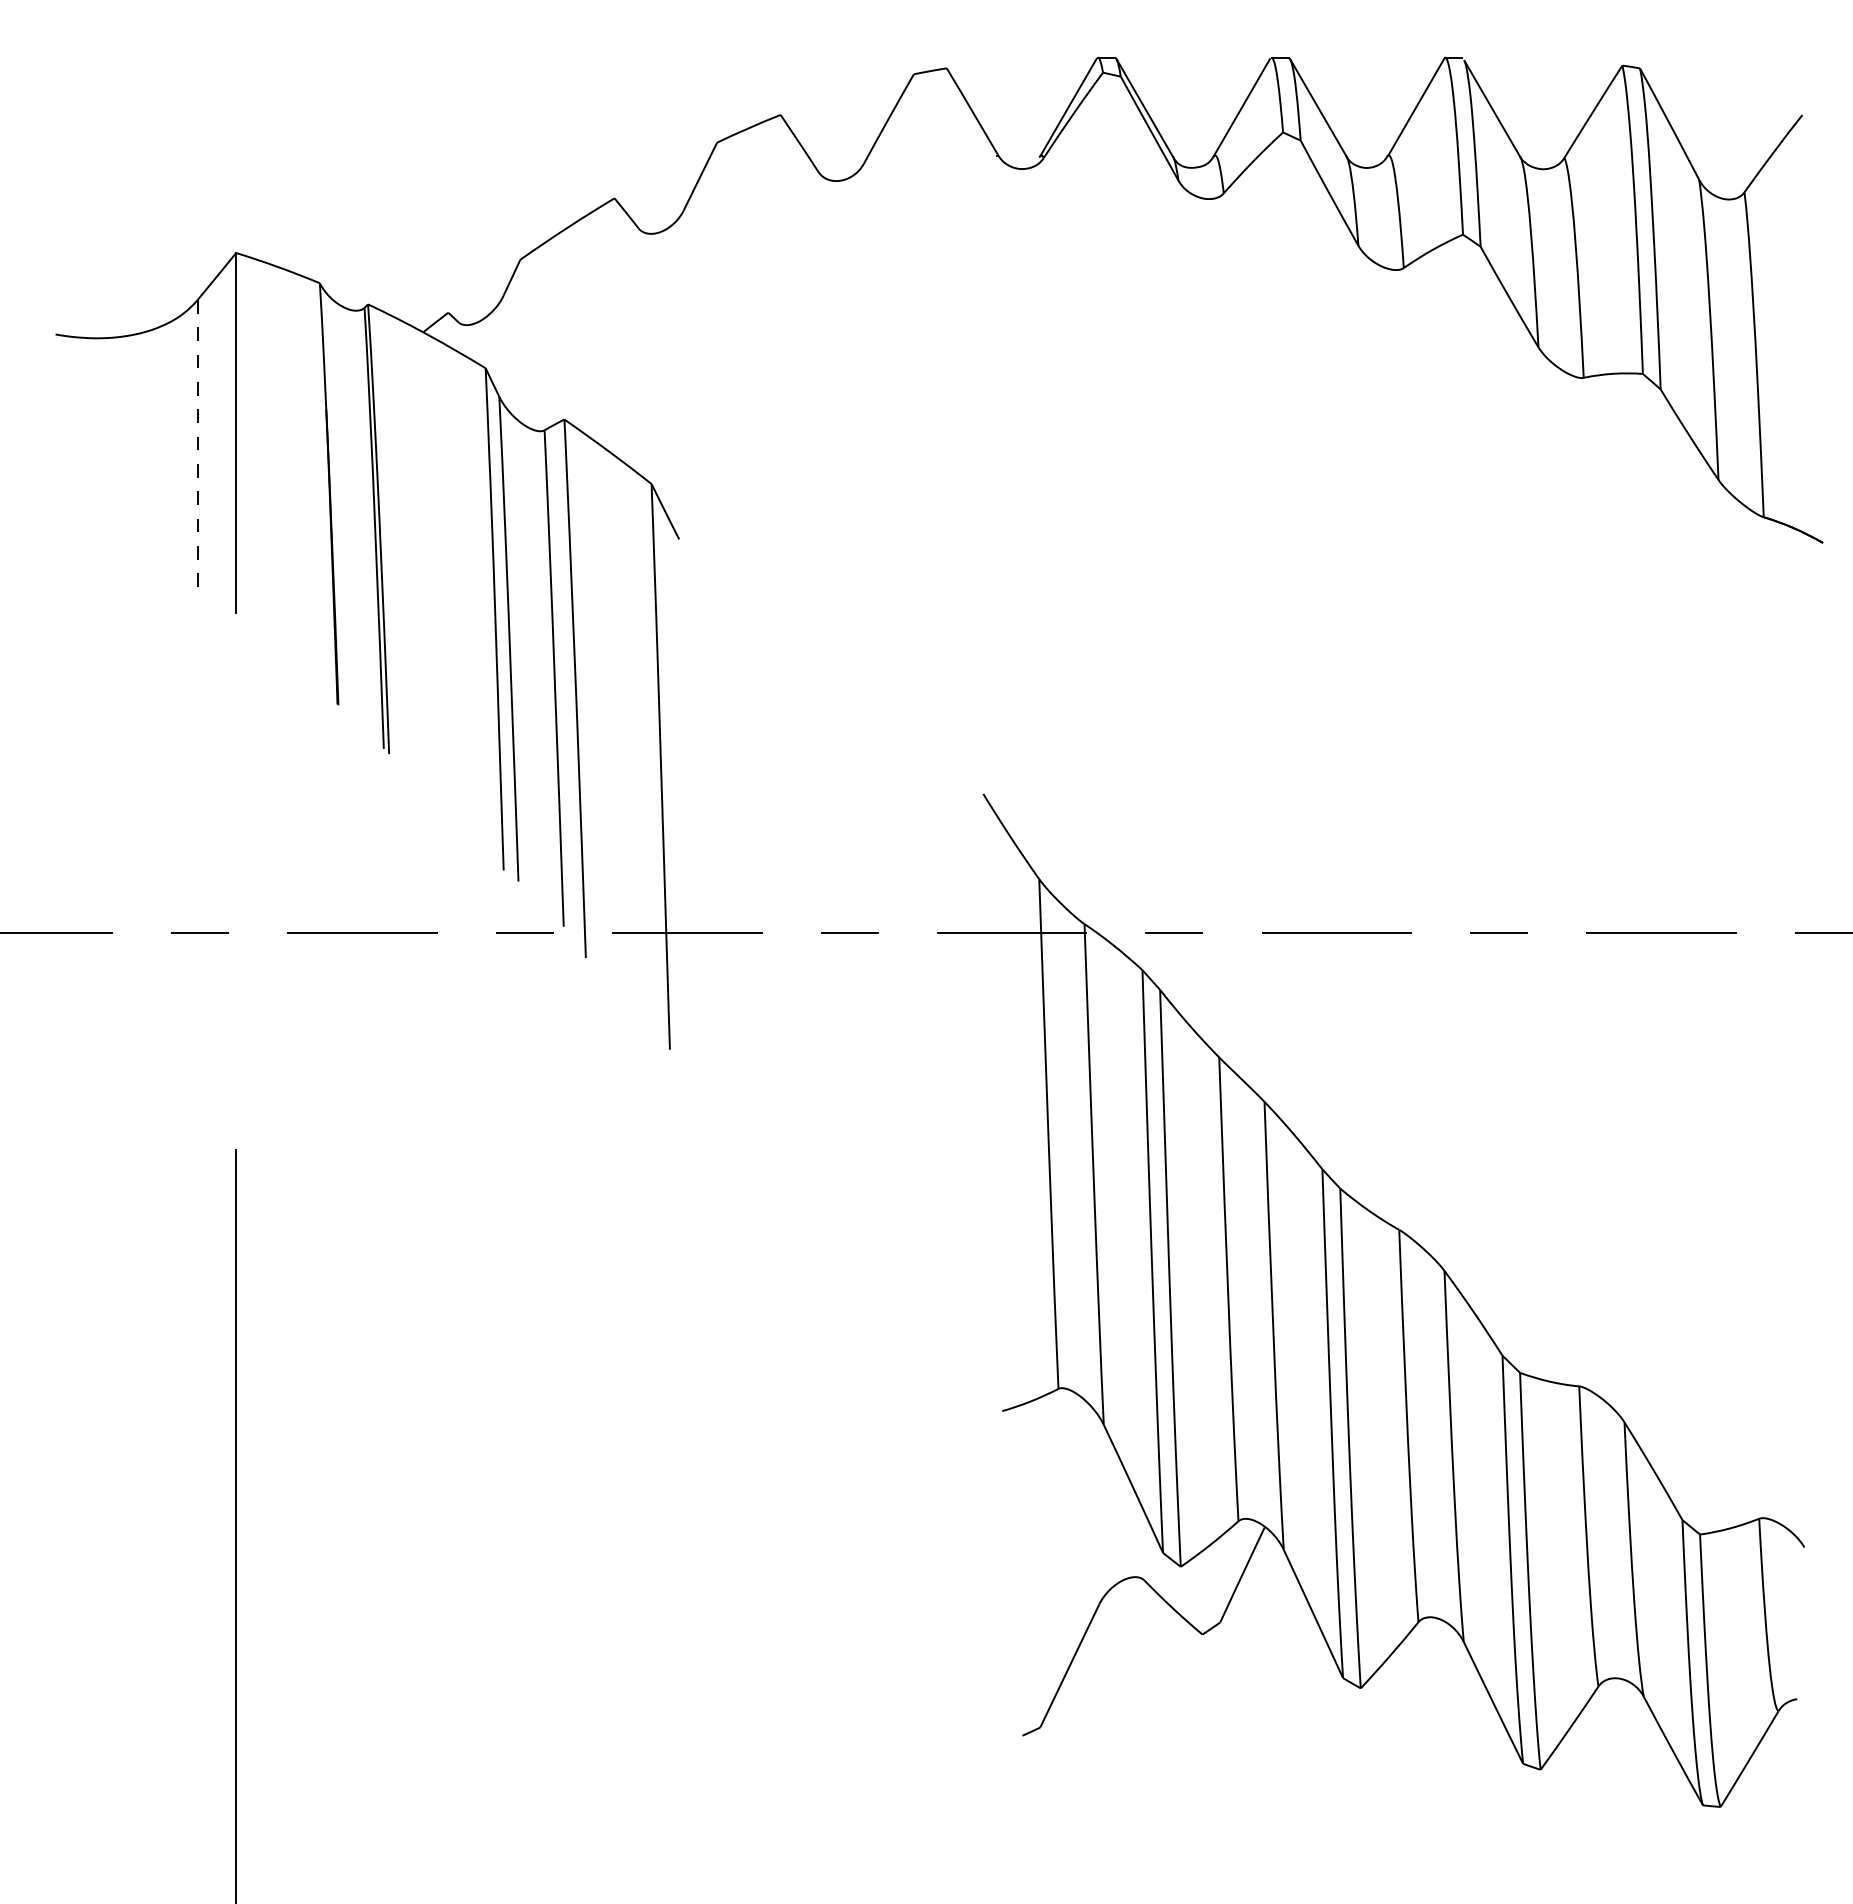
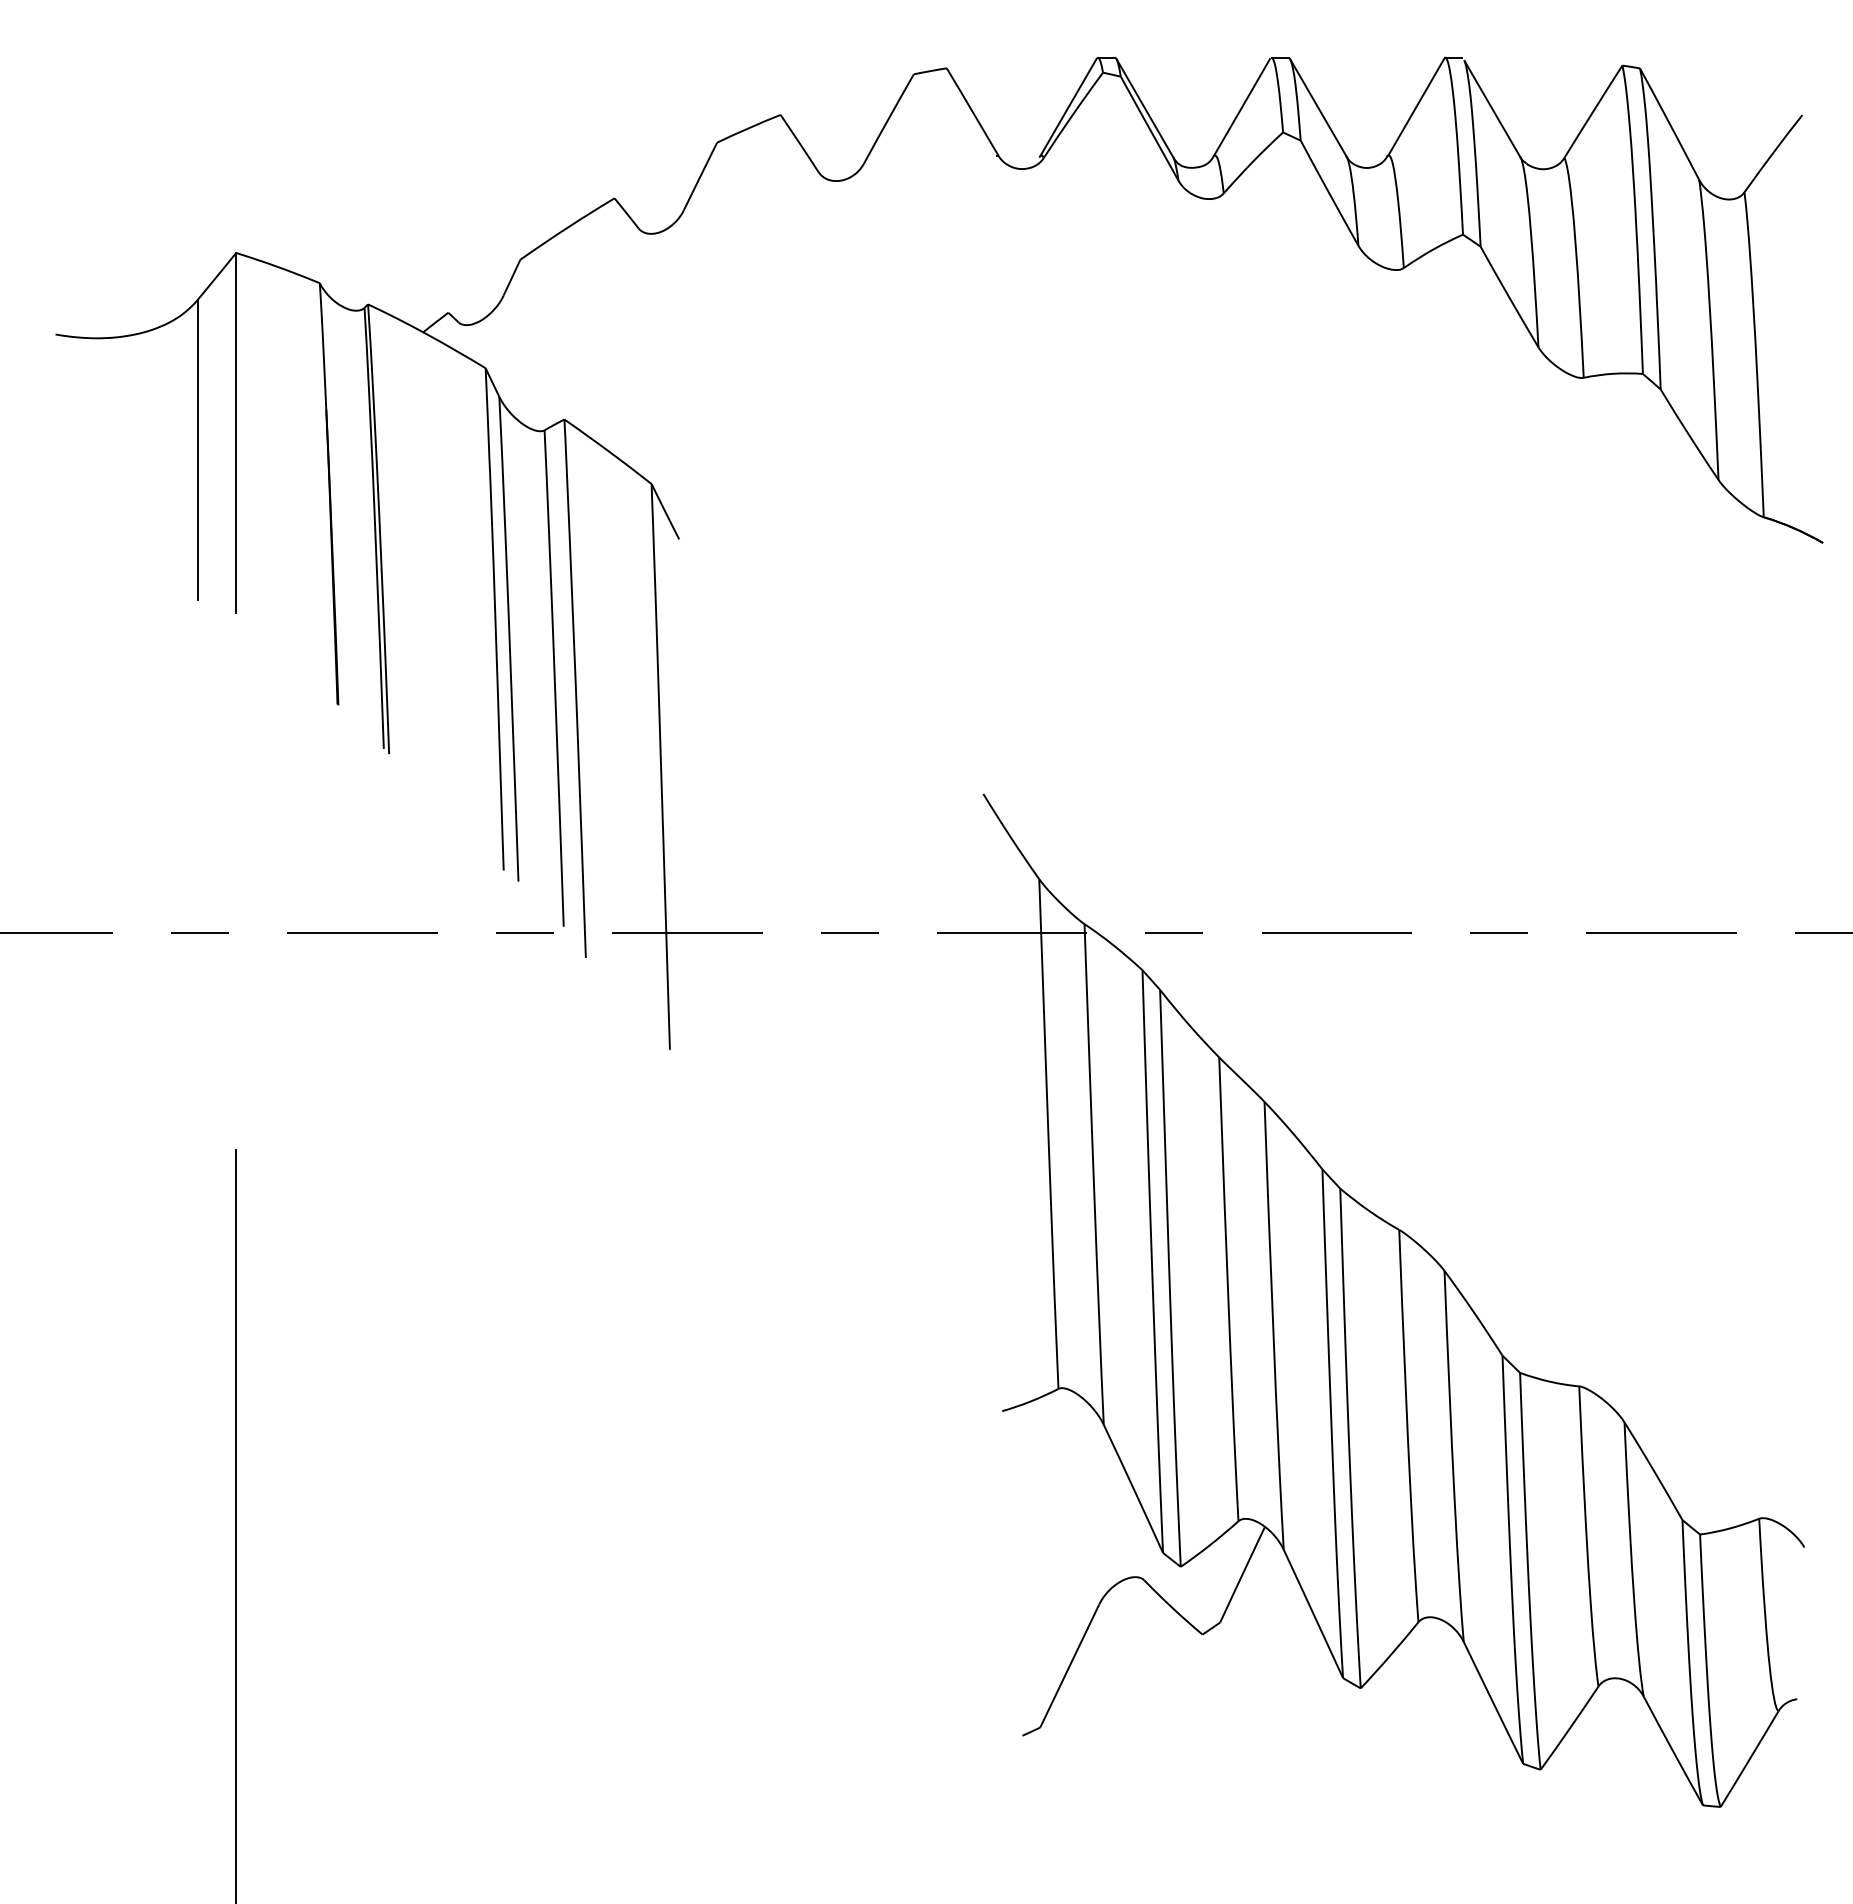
line at (197, 449): dashed -> solid
